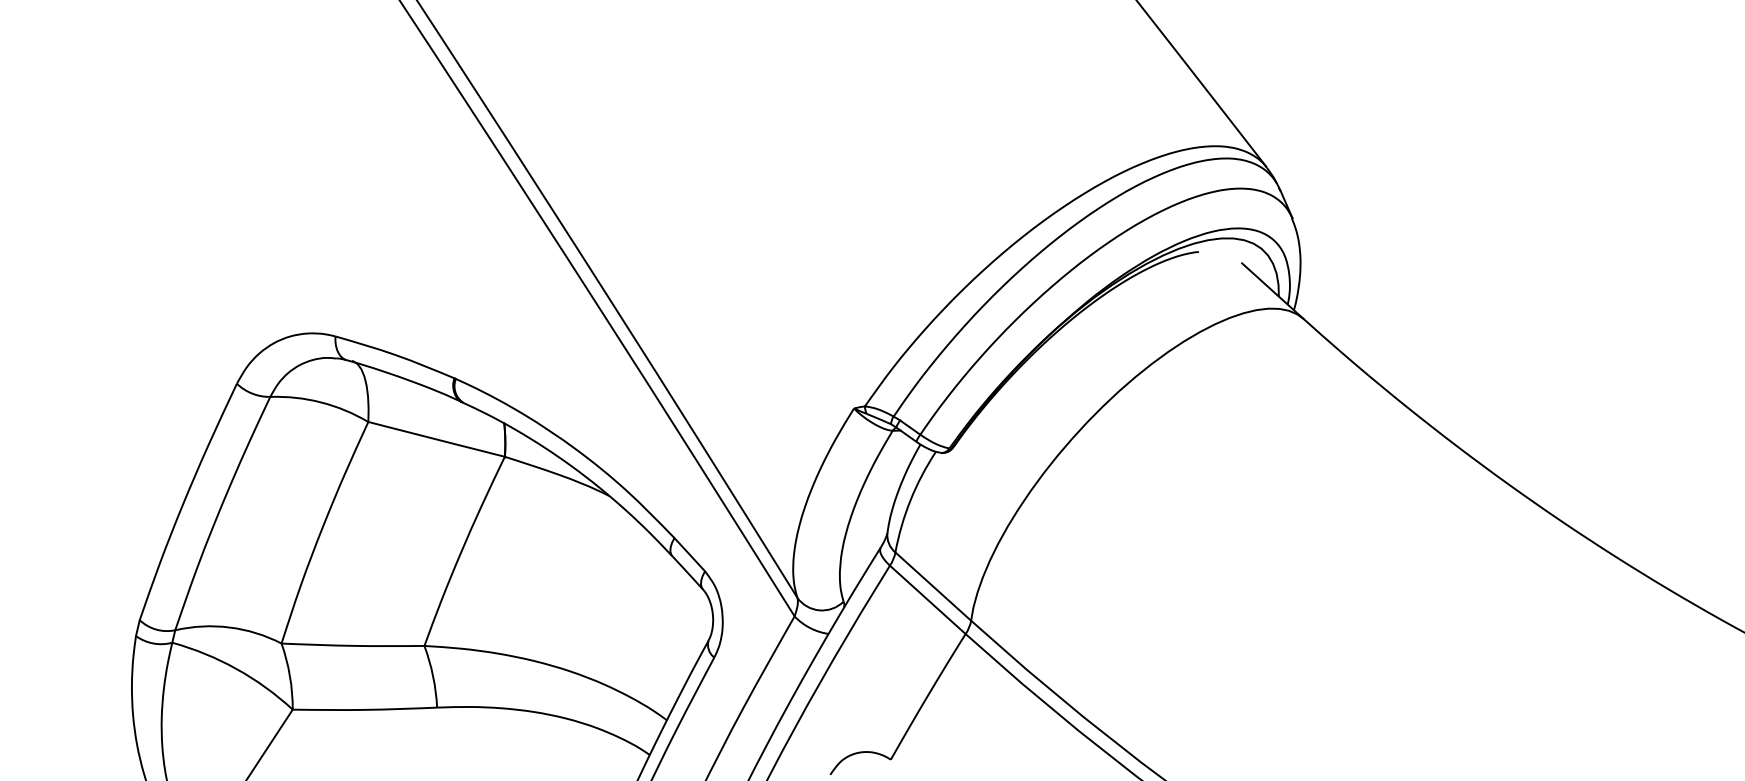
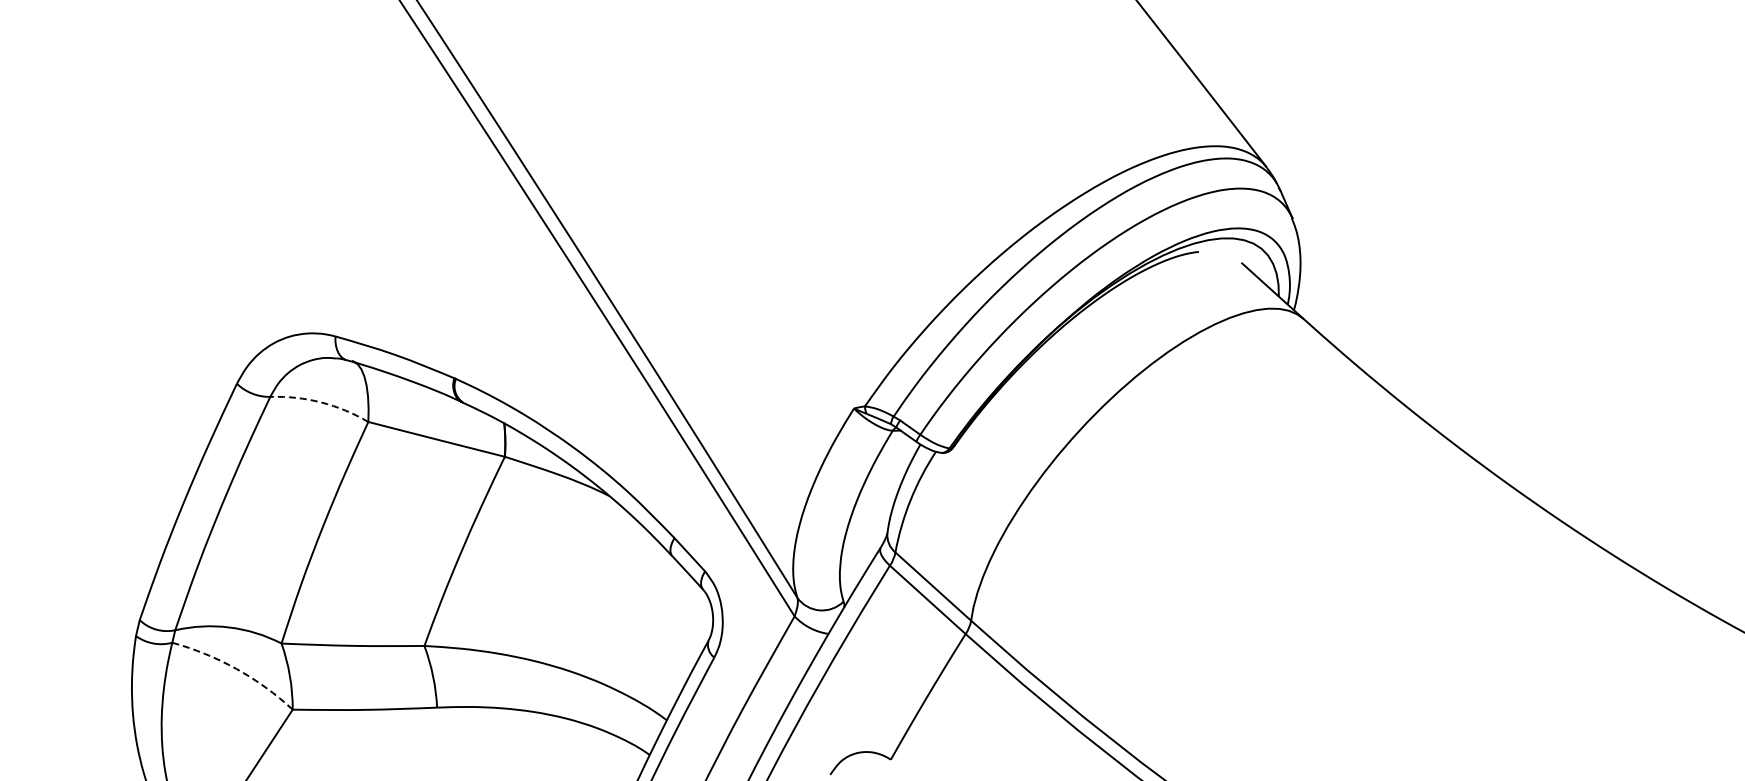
arc at (321, 402): solid -> dashed
arc at (236, 669): solid -> dashed
